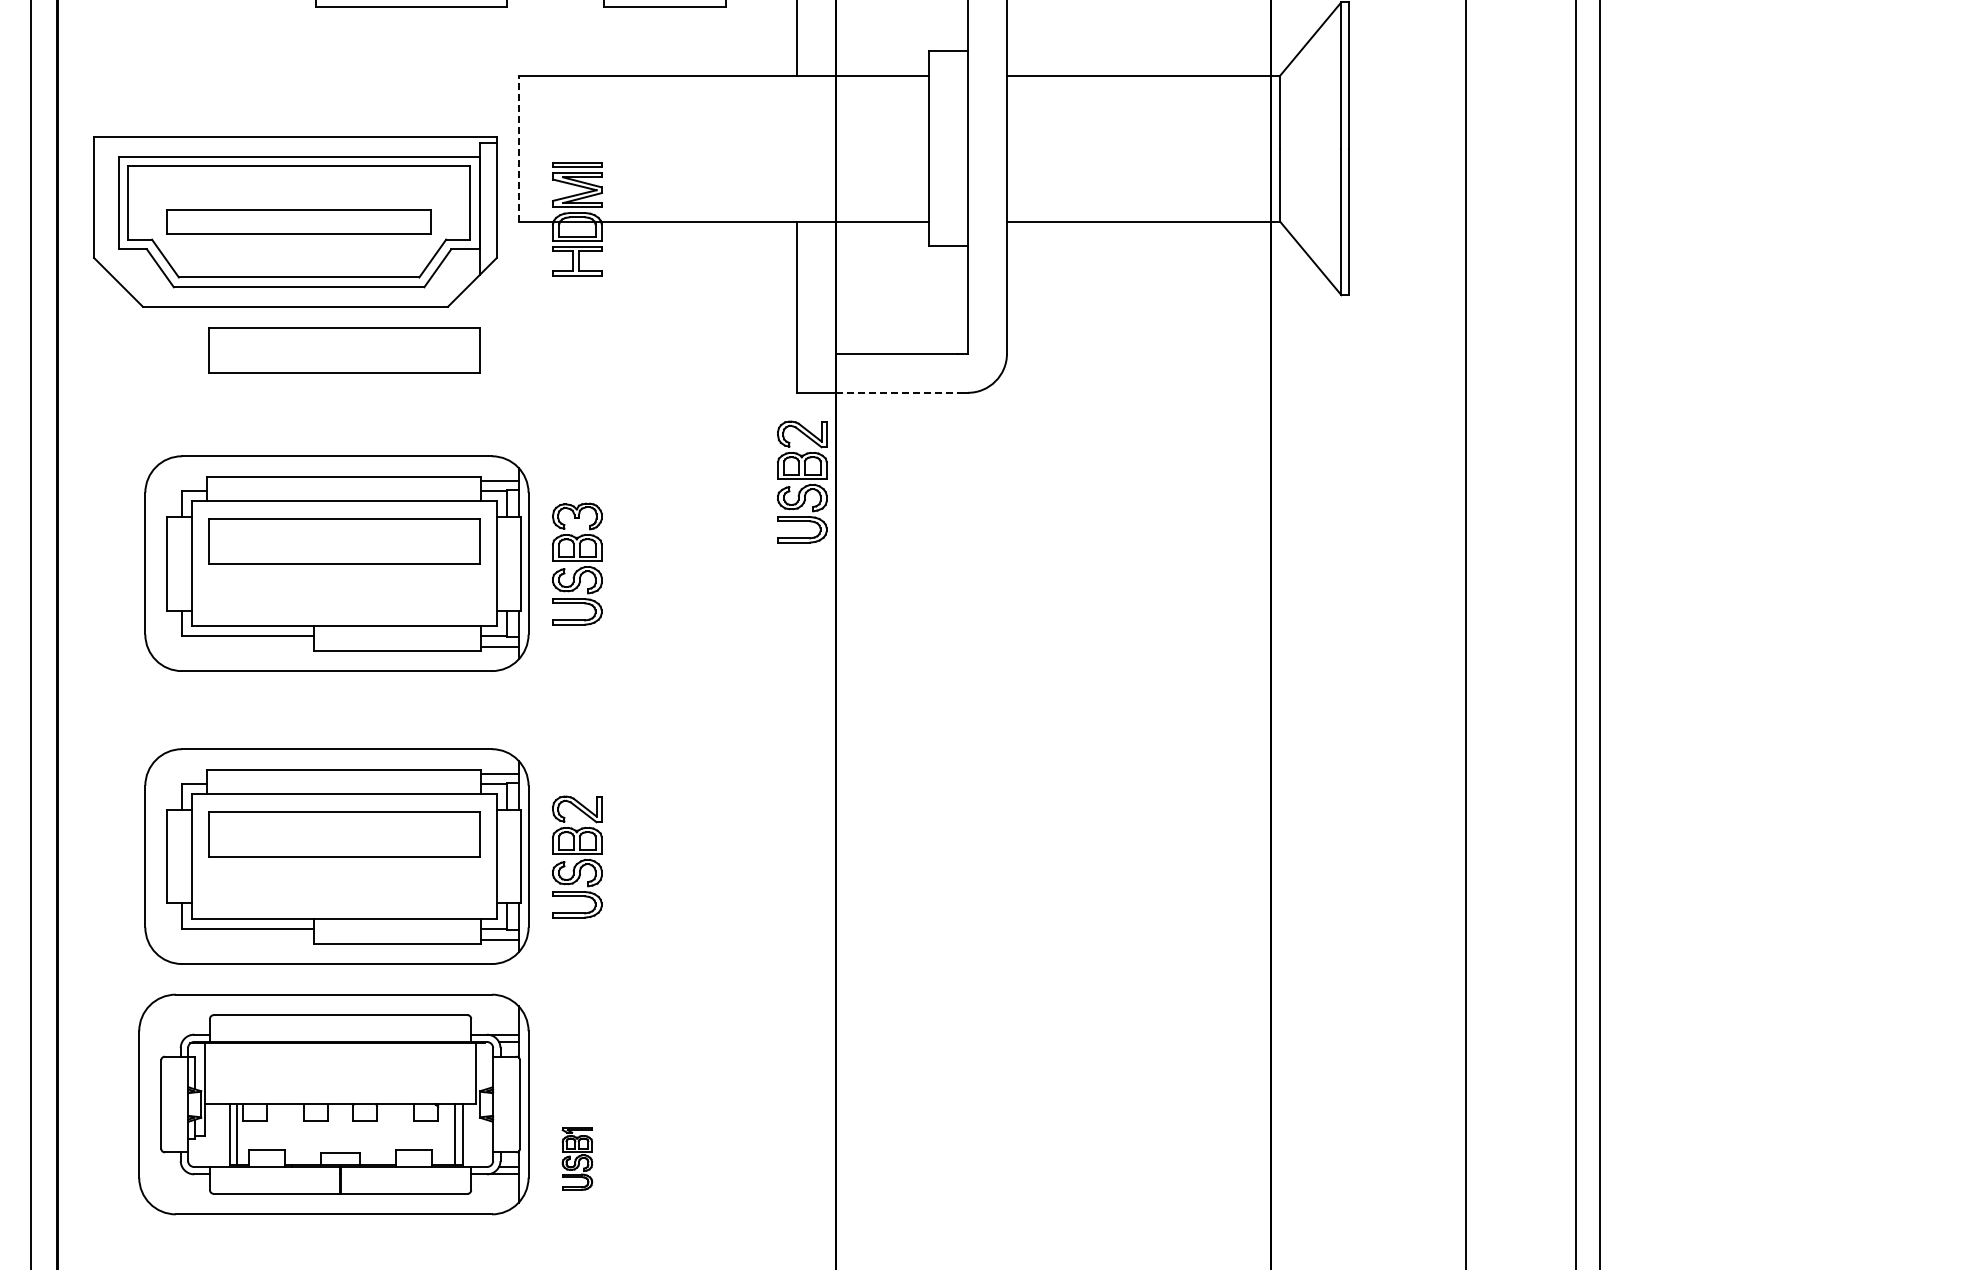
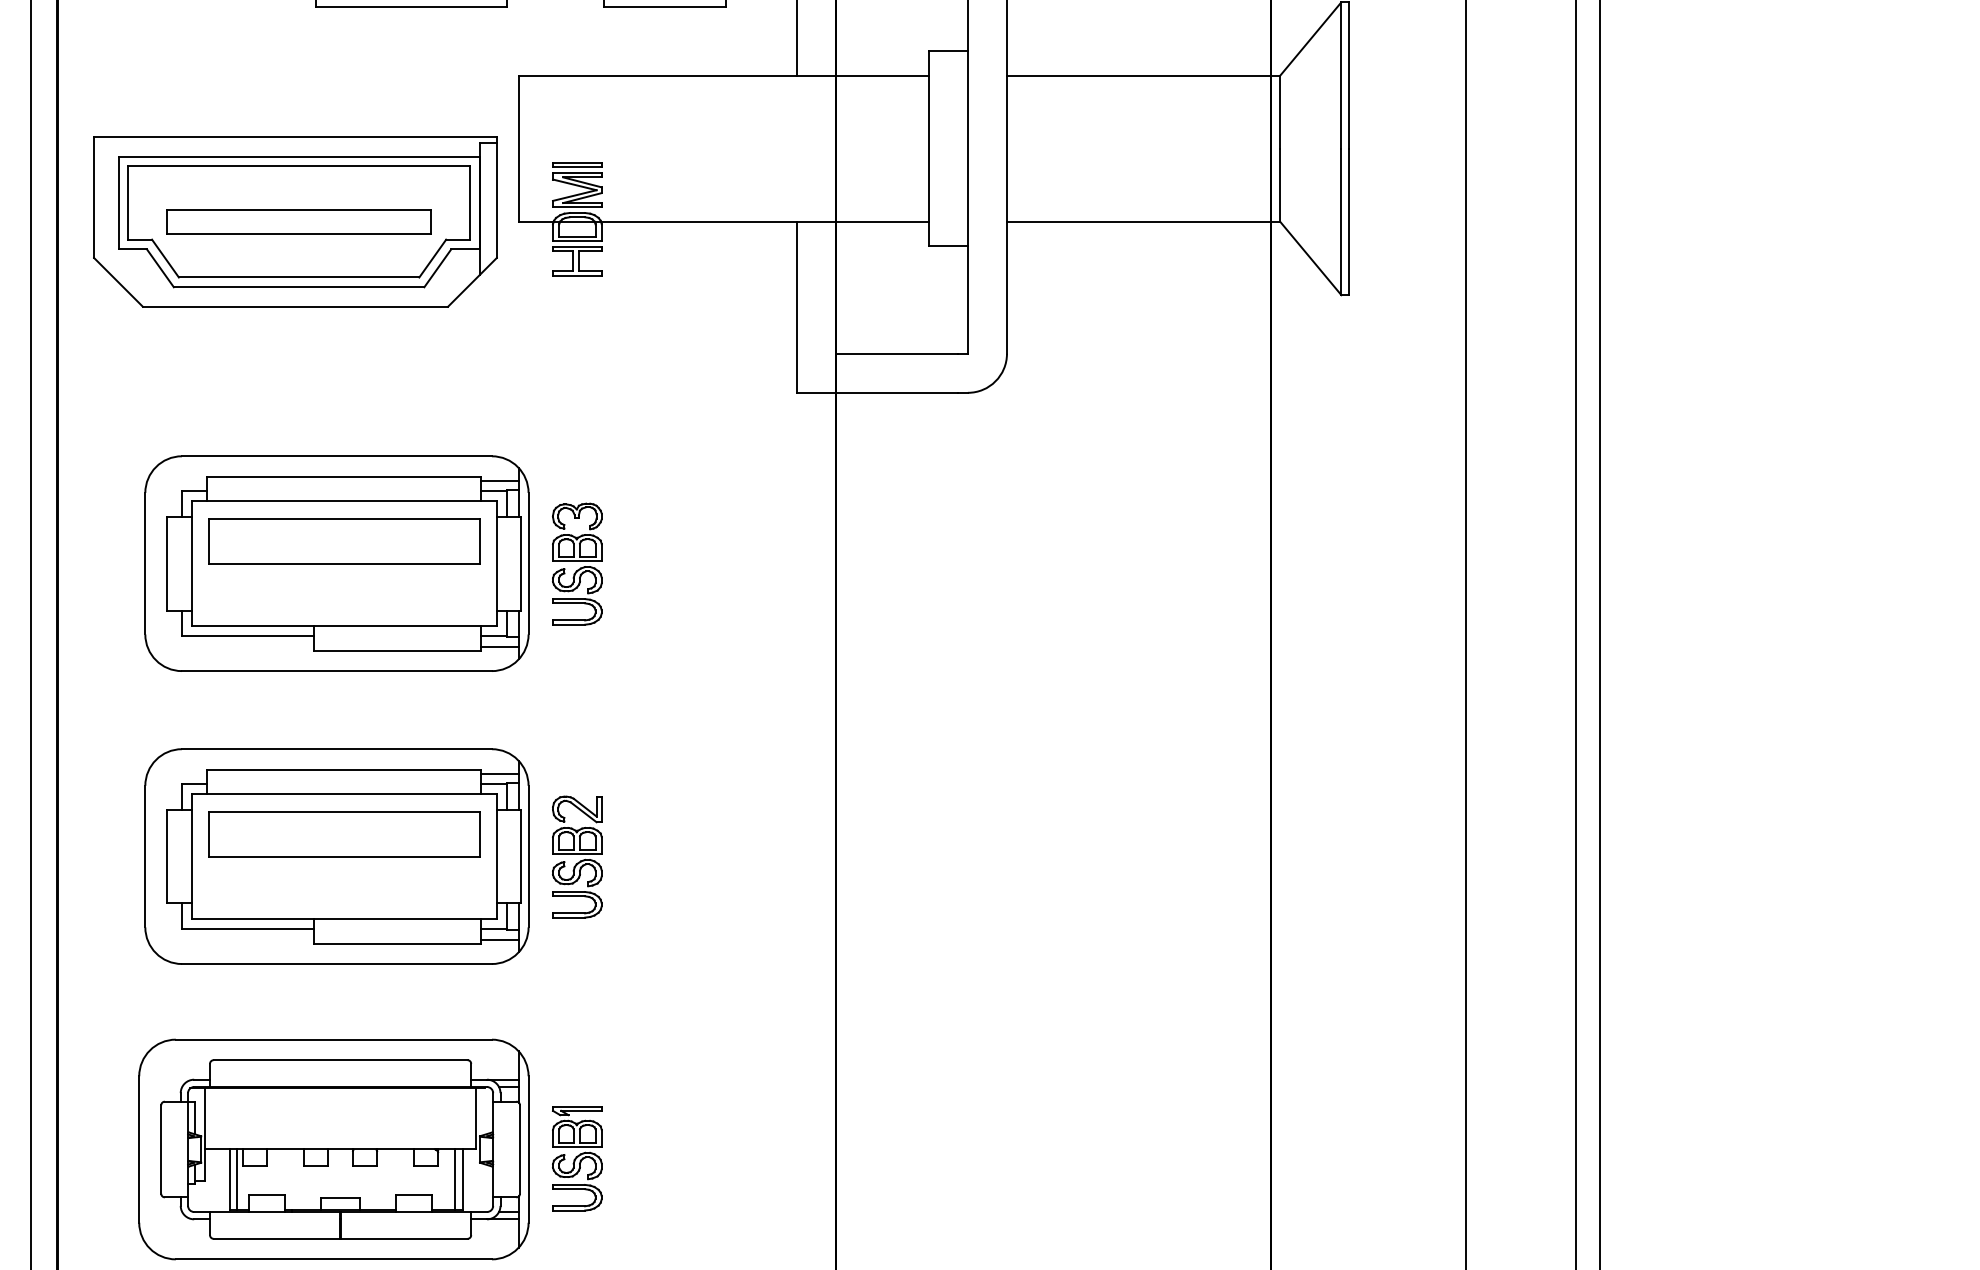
line at (518, 148): dashed -> solid
part at (344, 350): present -> none
line at (897, 392): dashed -> solid
part at (802, 481): present -> none
part at (333, 1104) position: (333, 1104) -> (333, 1149)
part at (577, 1158) size: 33x64 px -> 51x106 px
